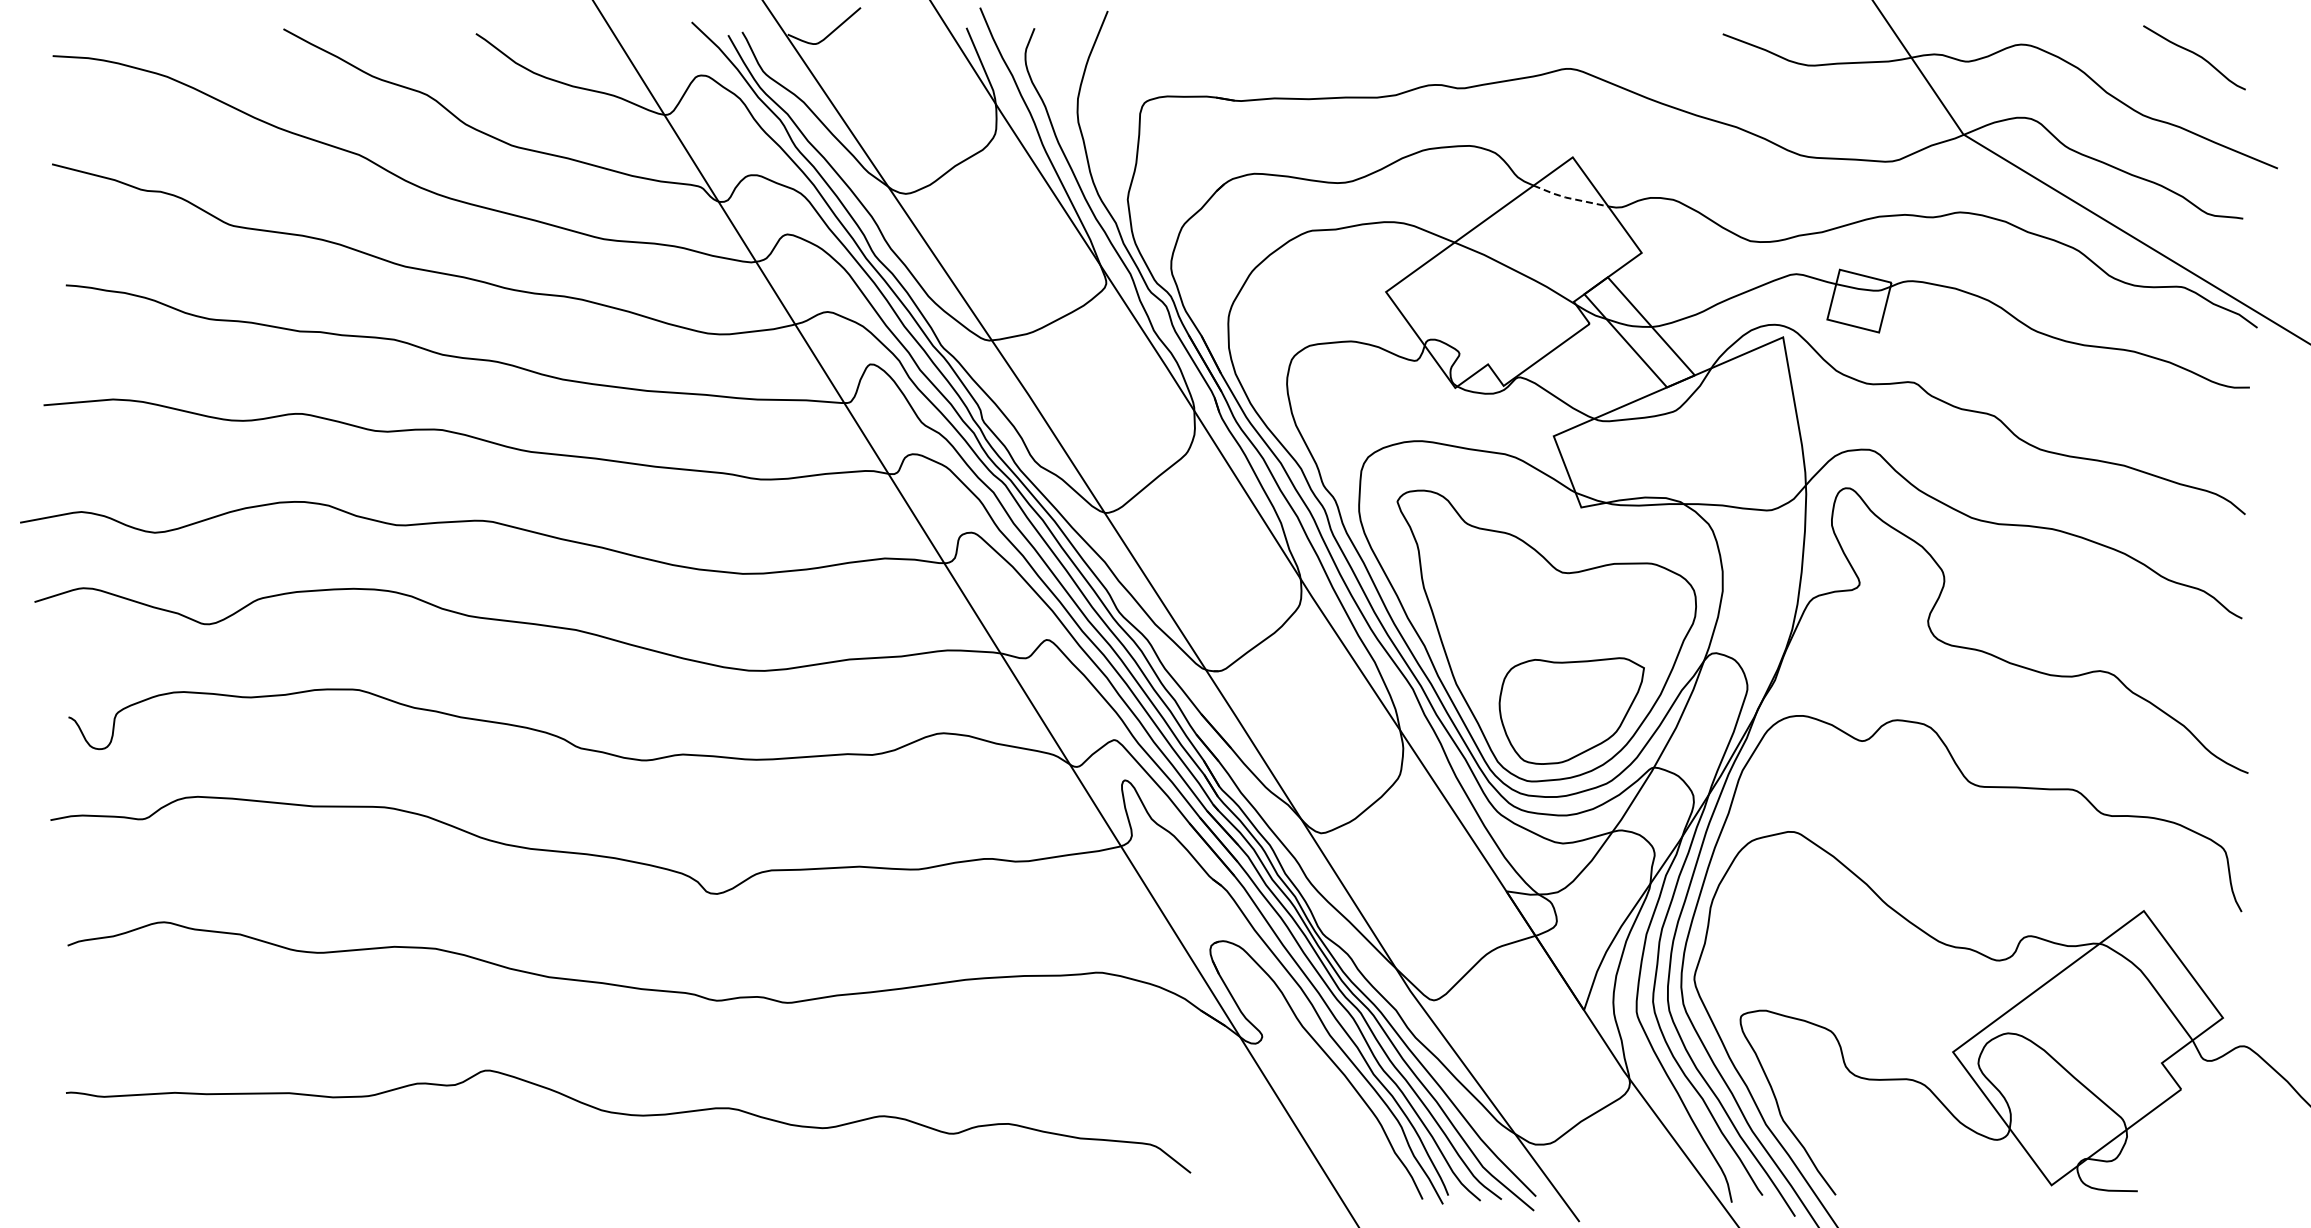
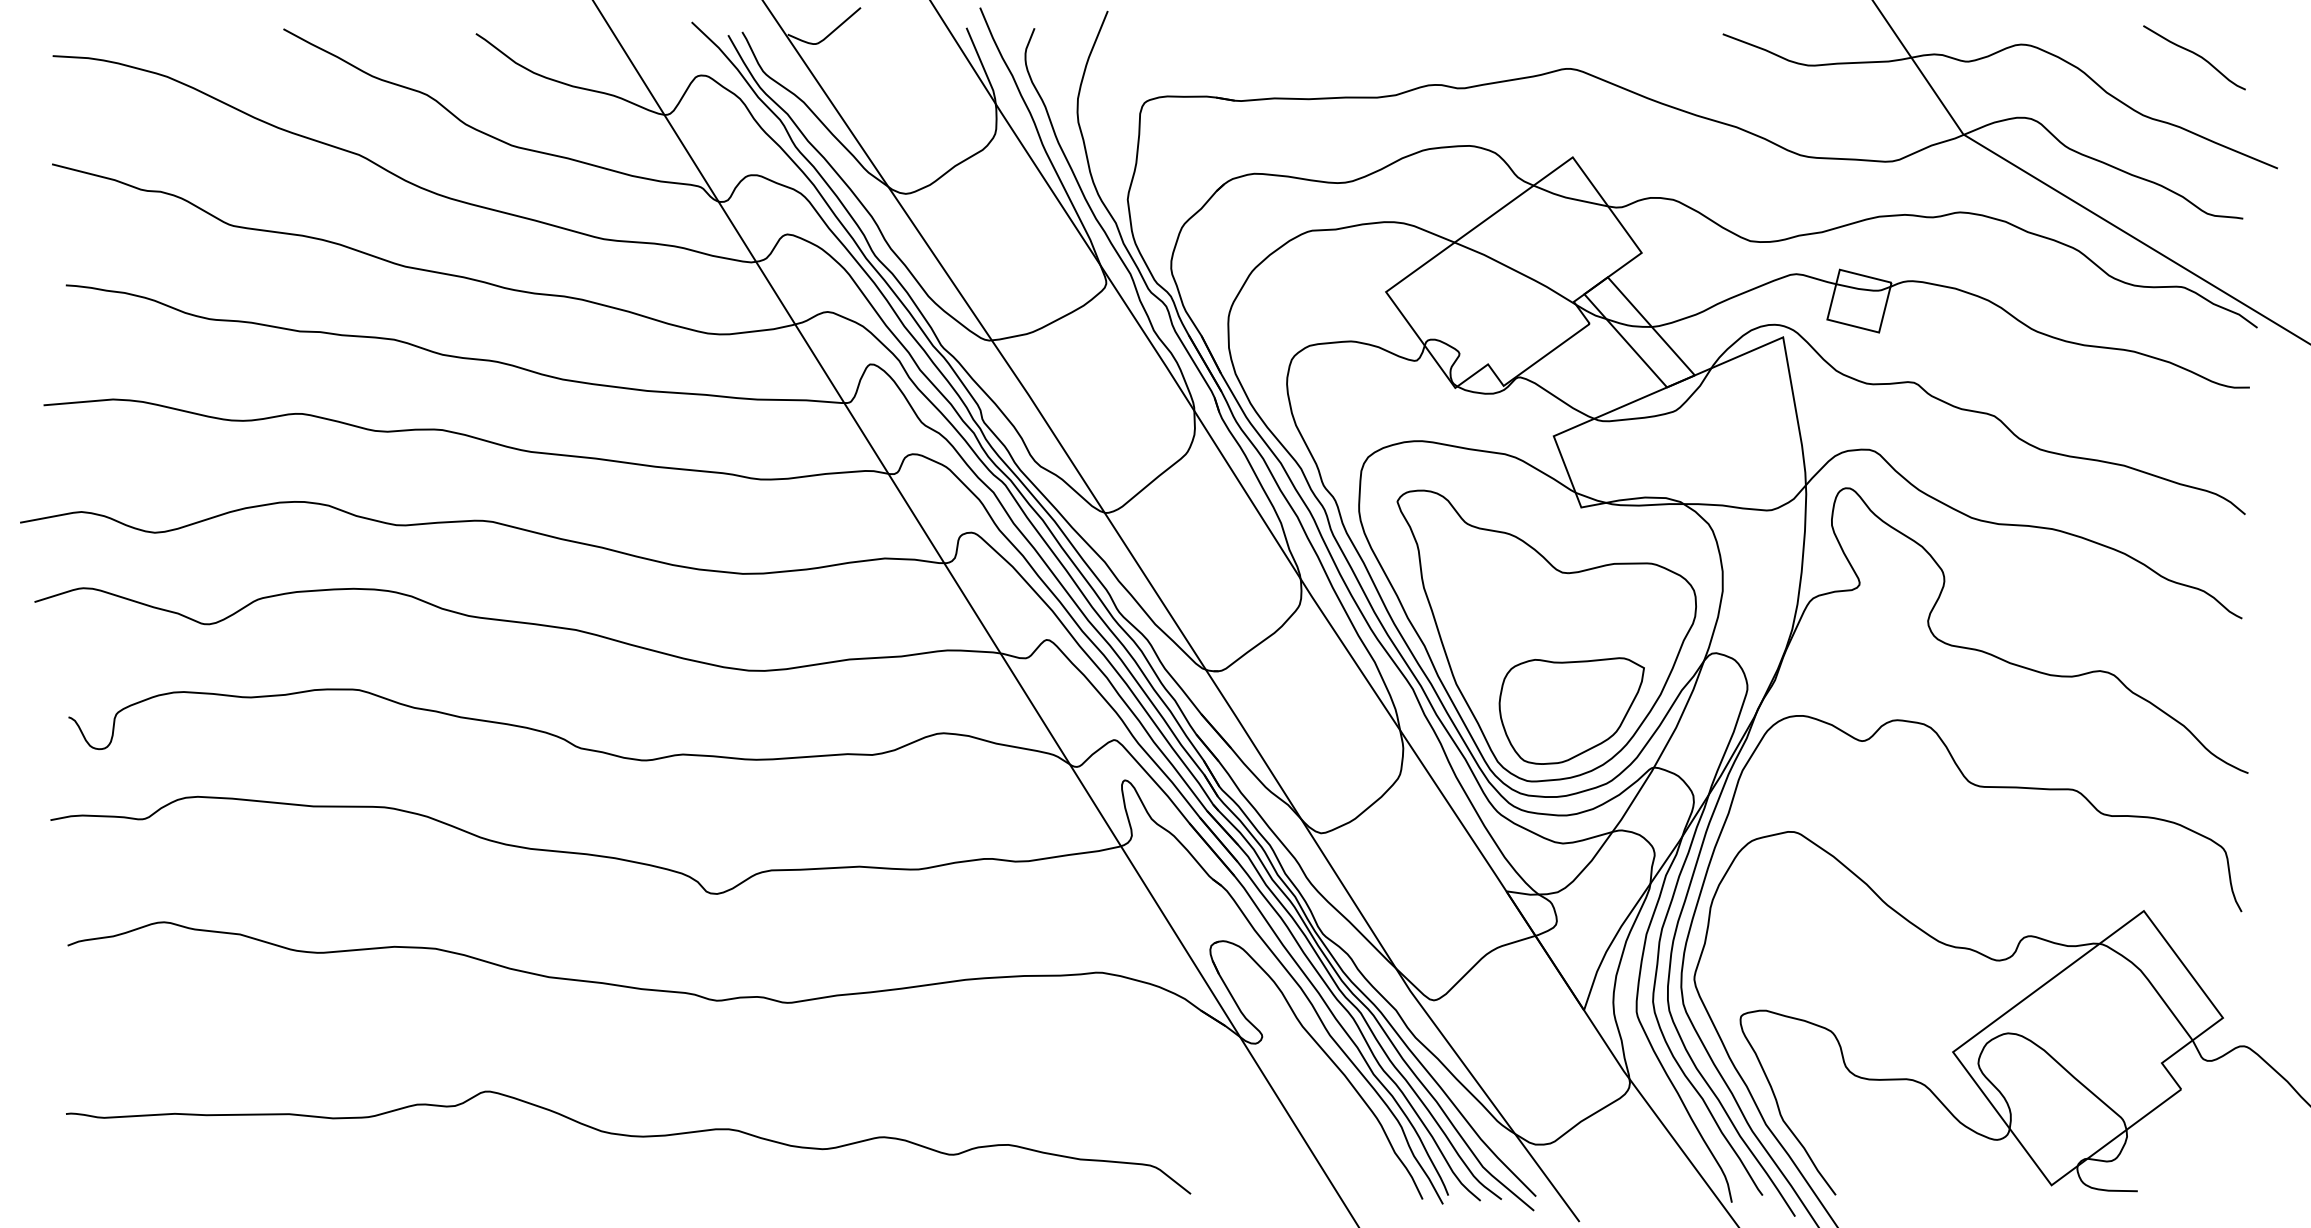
line at (1569, 198): dashed -> solid
curve at (628, 1115) position: (628, 1115) -> (628, 1136)
